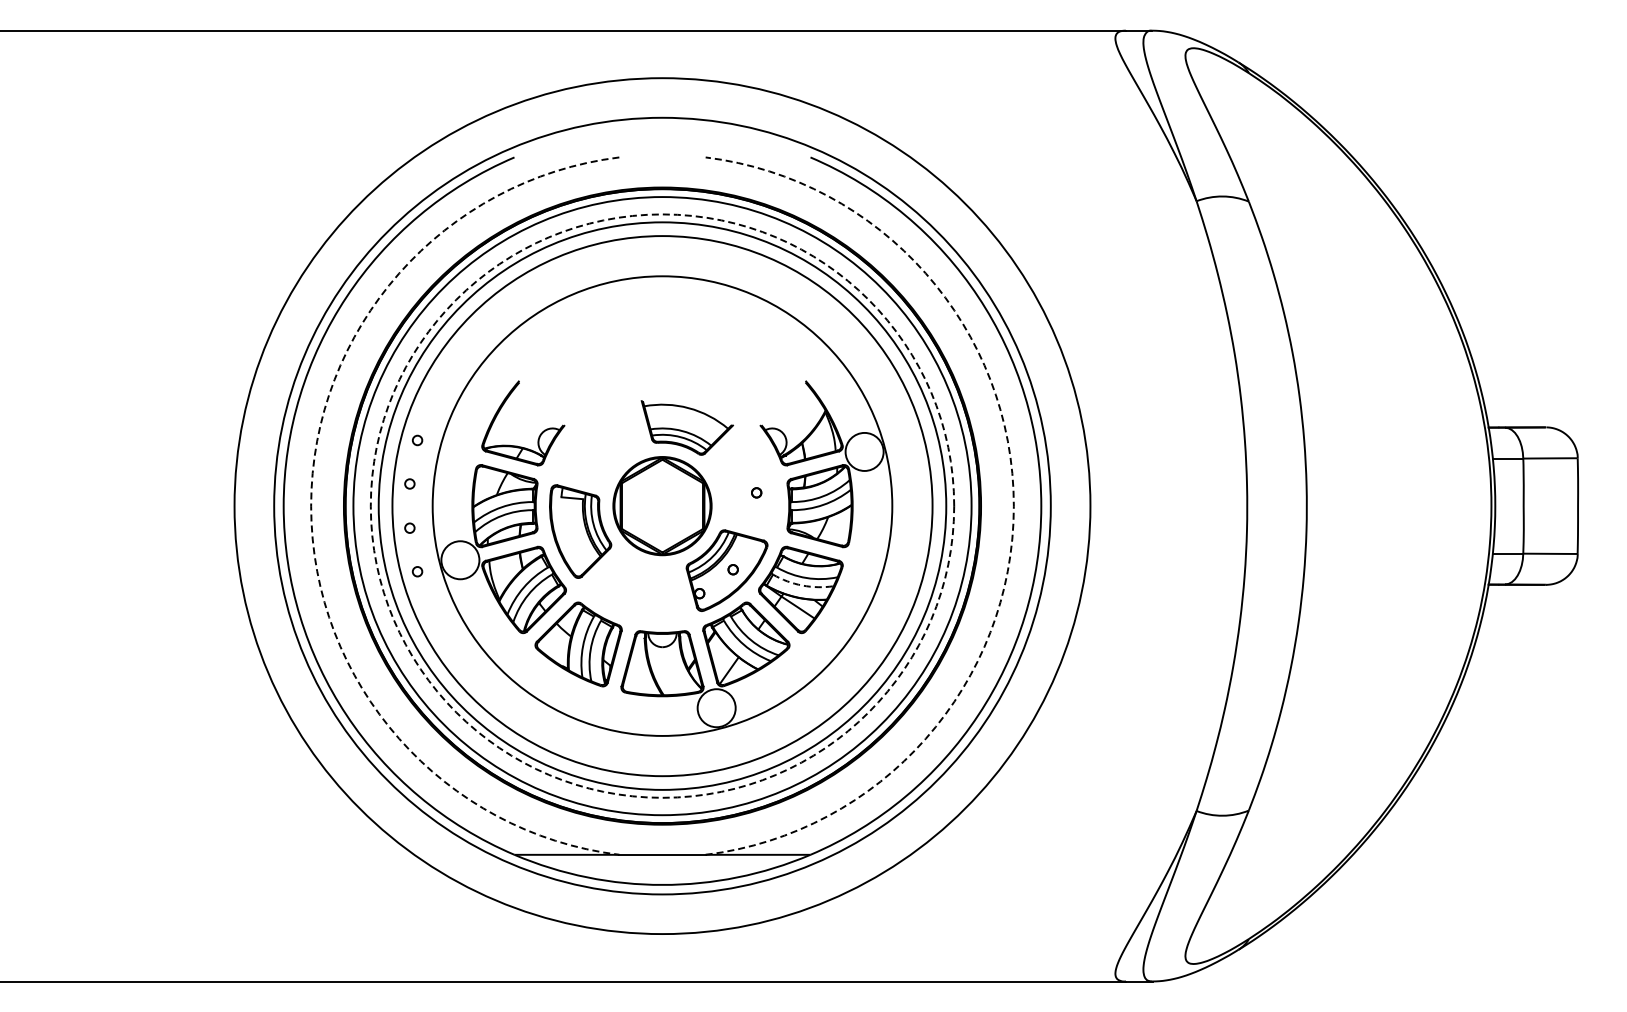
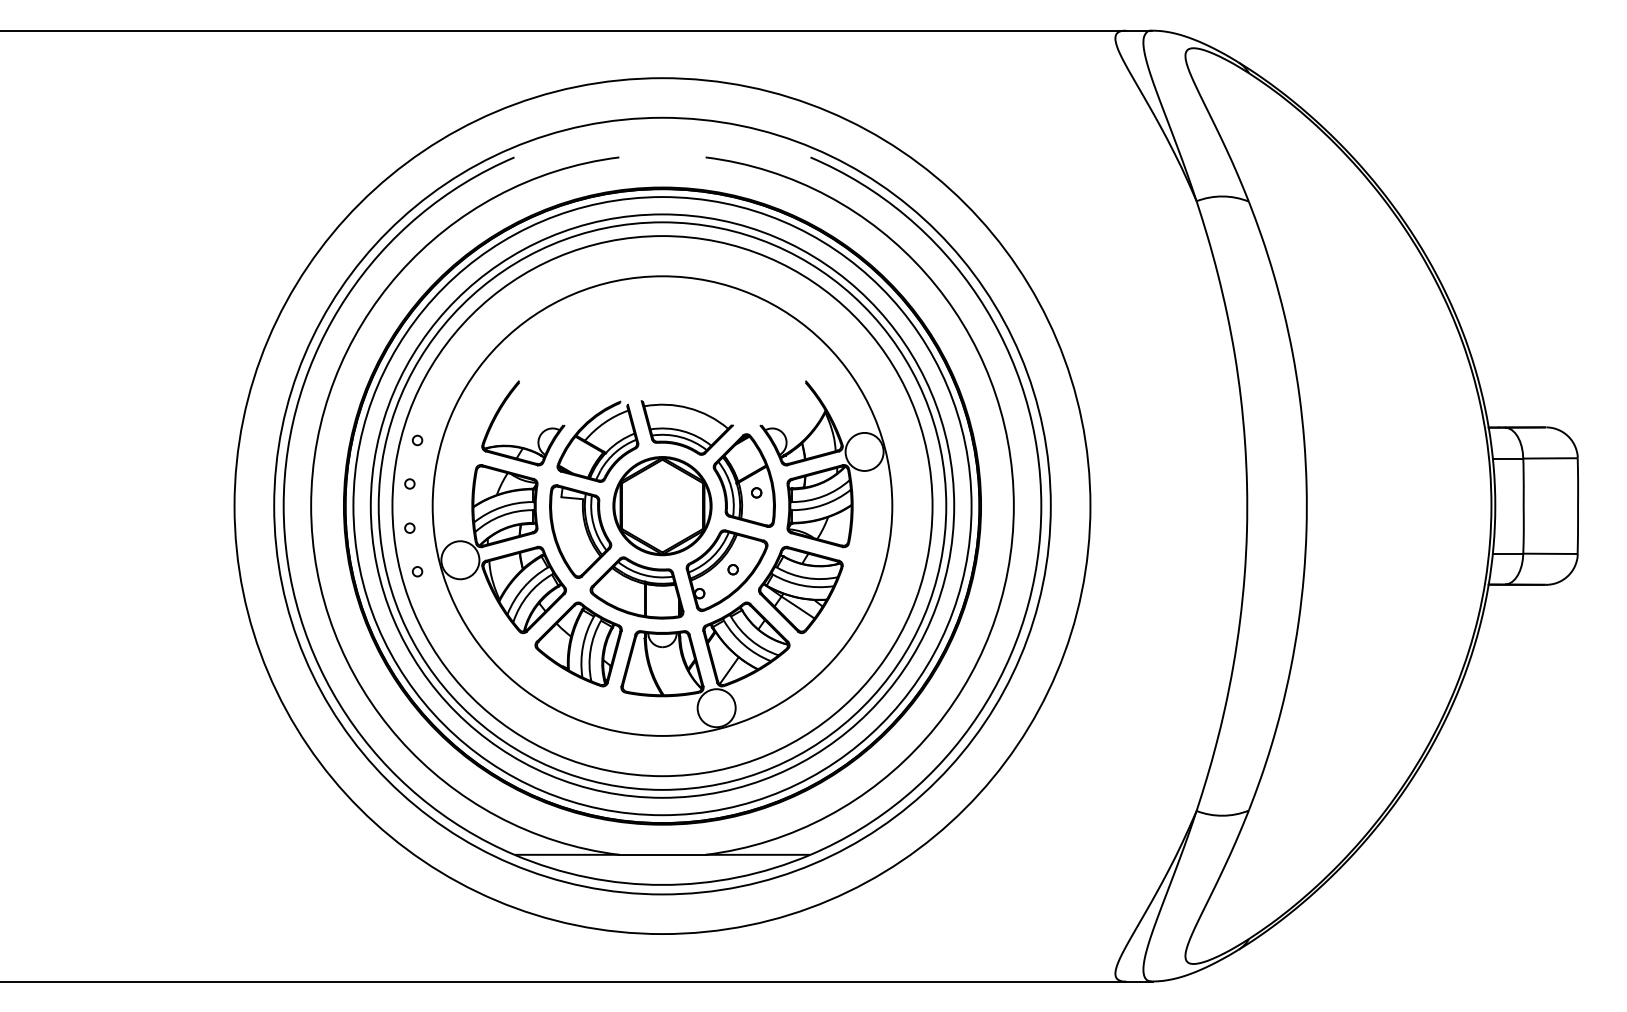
part at (597, 441): none -> present
part at (743, 480): none -> present
circle at (662, 505): dashed -> solid
arc at (311, 506): dashed -> solid
arc at (1013, 506): dashed -> solid
arc at (802, 585): dashed -> solid
part at (636, 587): none -> present
